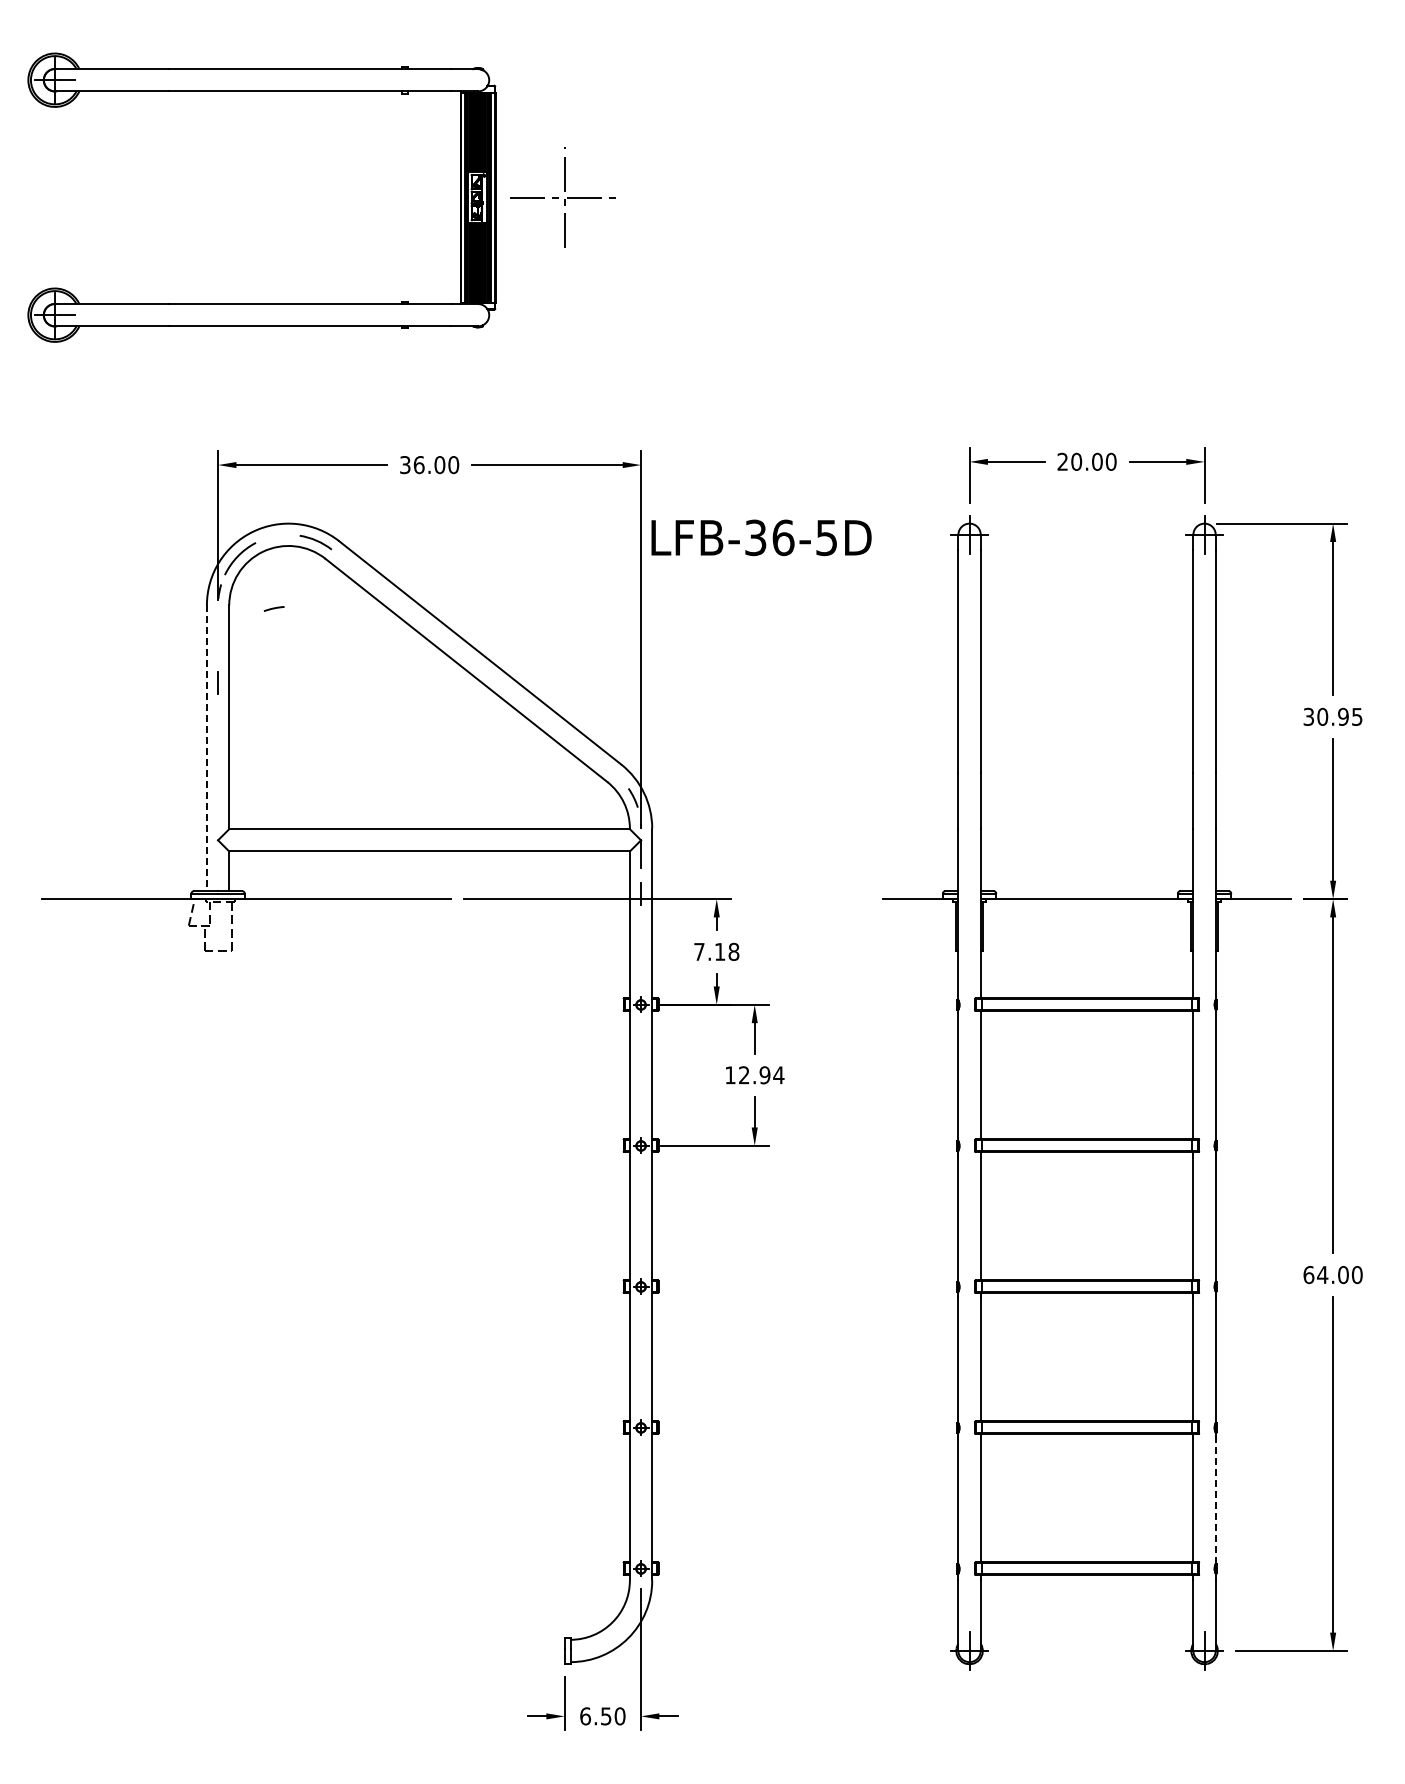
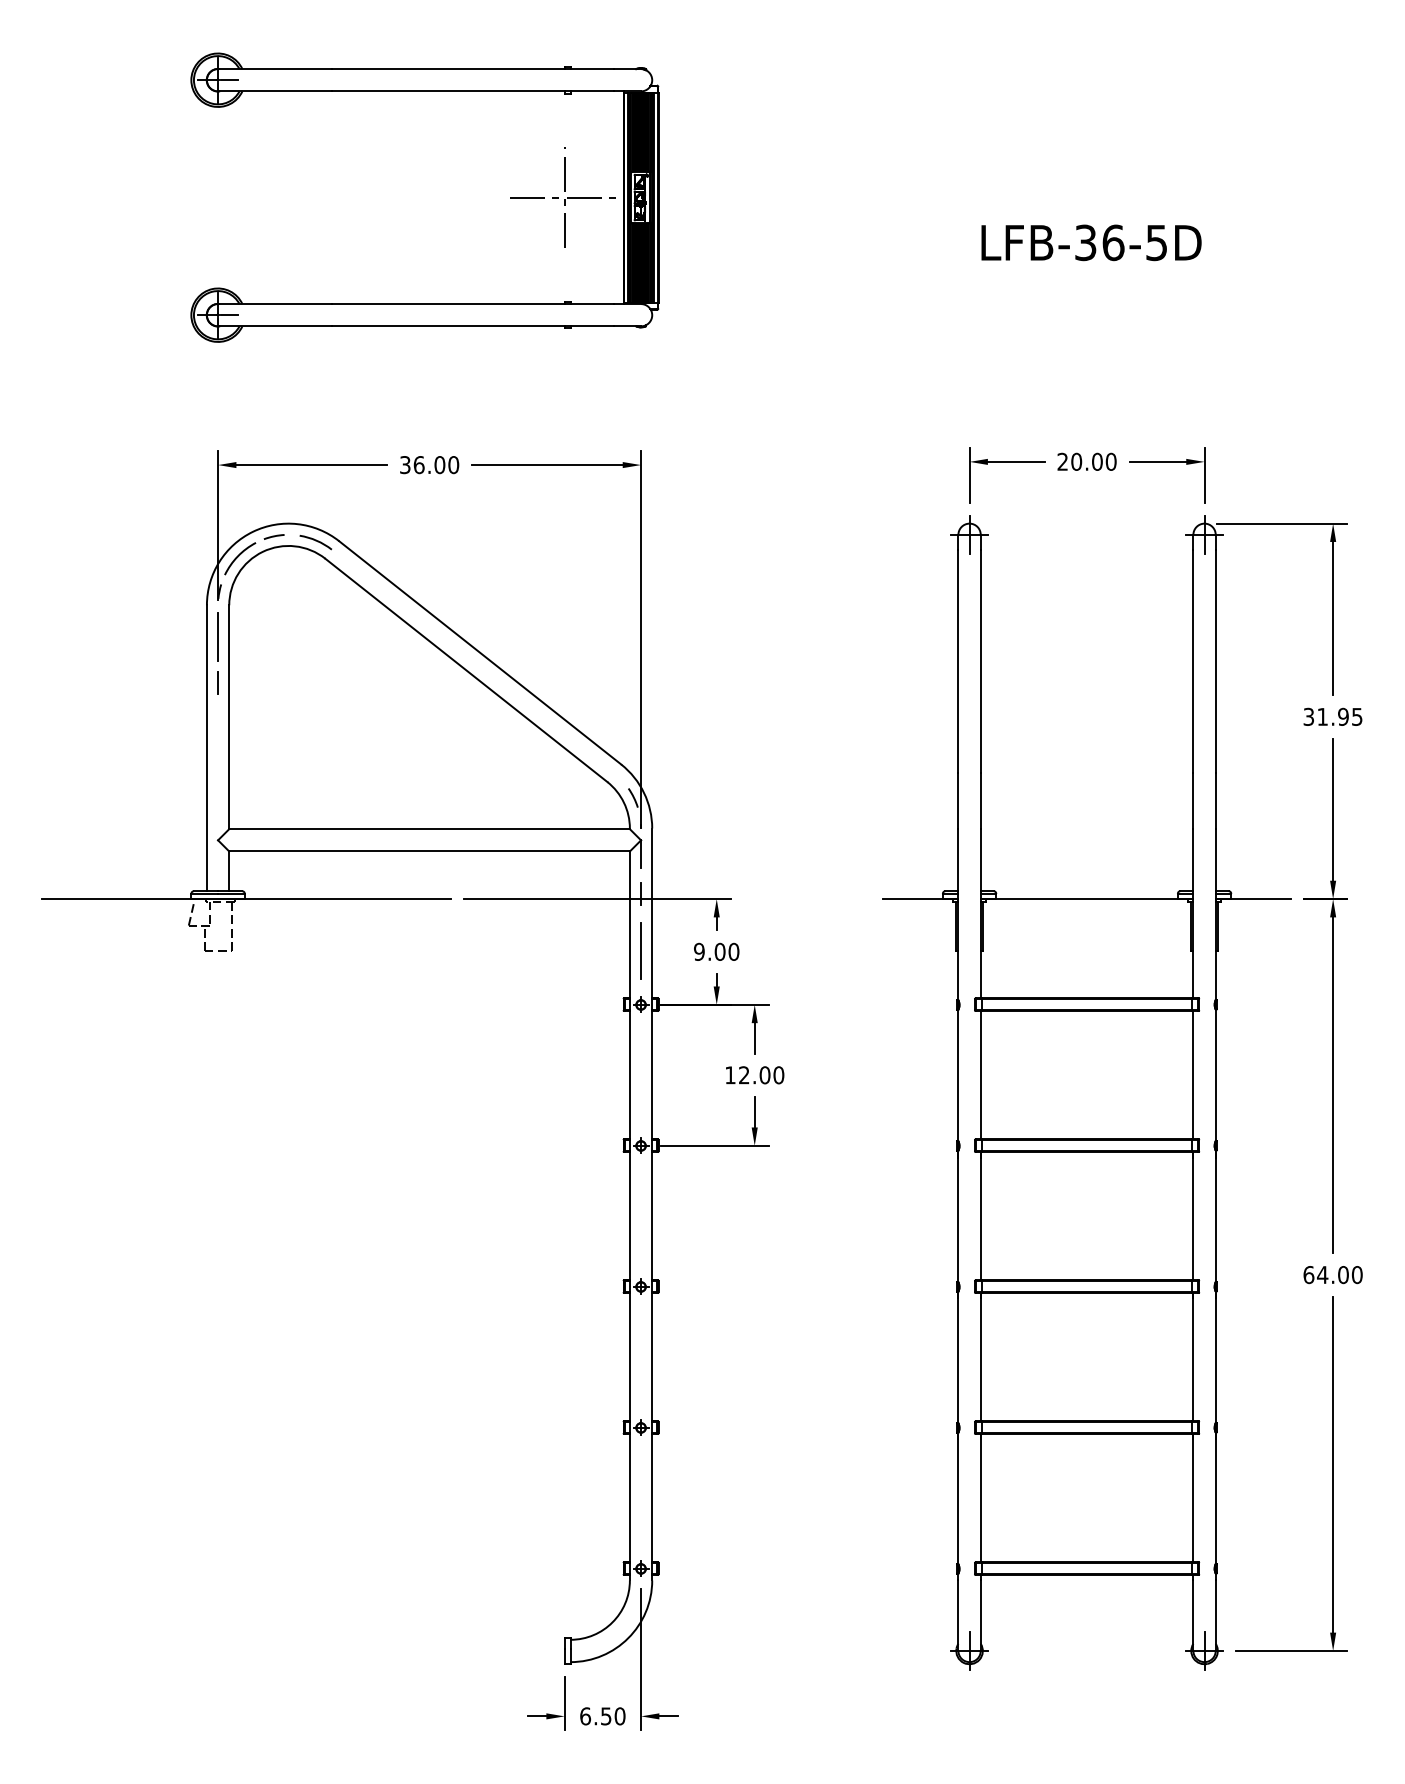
part at (261, 91) position: (261, 91) -> (424, 91)
text at (761, 537) position: (761, 537) -> (1091, 242)
line at (273, 608) position: (273, 608) -> (273, 536)
line at (218, 636): none -> present
text at (1322, 716): 30.95 -> 31.95
line at (206, 748): dashed -> solid
line at (641, 950): none -> present
text at (716, 951): 7.18 -> 9.00
text at (771, 1075): 12.94 -> 12.00
line at (1215, 1498): dashed -> solid
